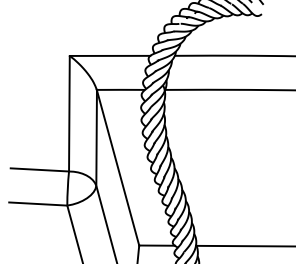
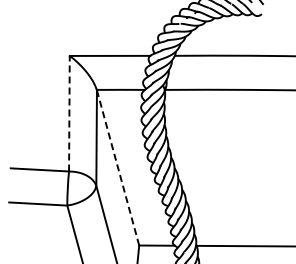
line at (69, 114): solid -> dashed
line at (117, 167): solid -> dashed
